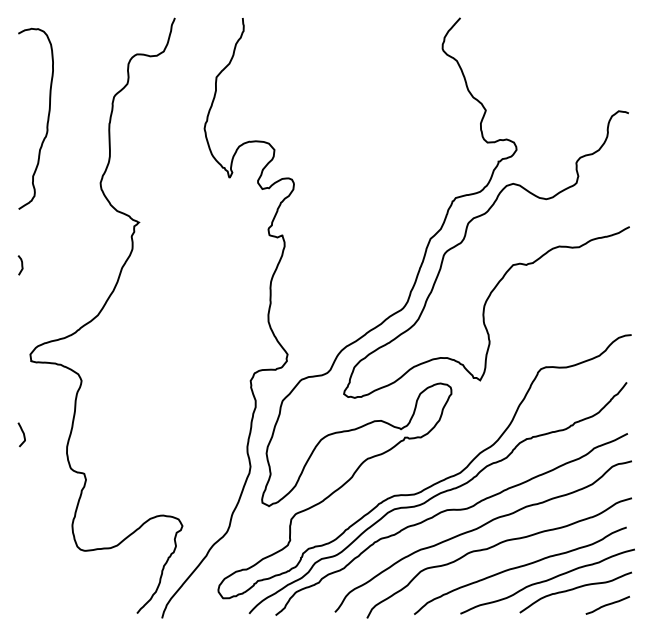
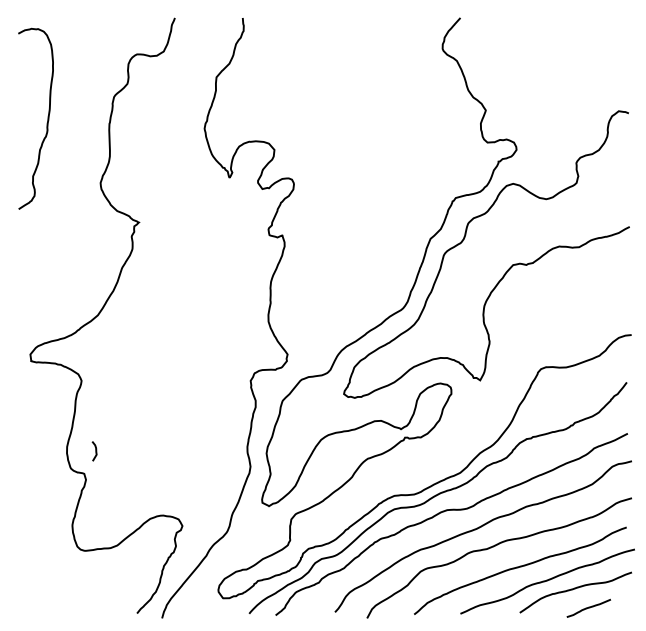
curve at (21, 265) position: (21, 265) -> (95, 451)
curve at (22, 433): present -> none
curve at (607, 604) position: (607, 604) -> (588, 607)
